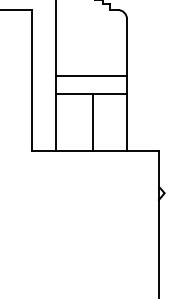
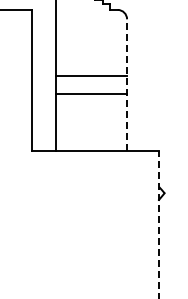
line at (127, 84): solid -> dashed
line at (93, 122): present -> none
line at (158, 224): solid -> dashed
